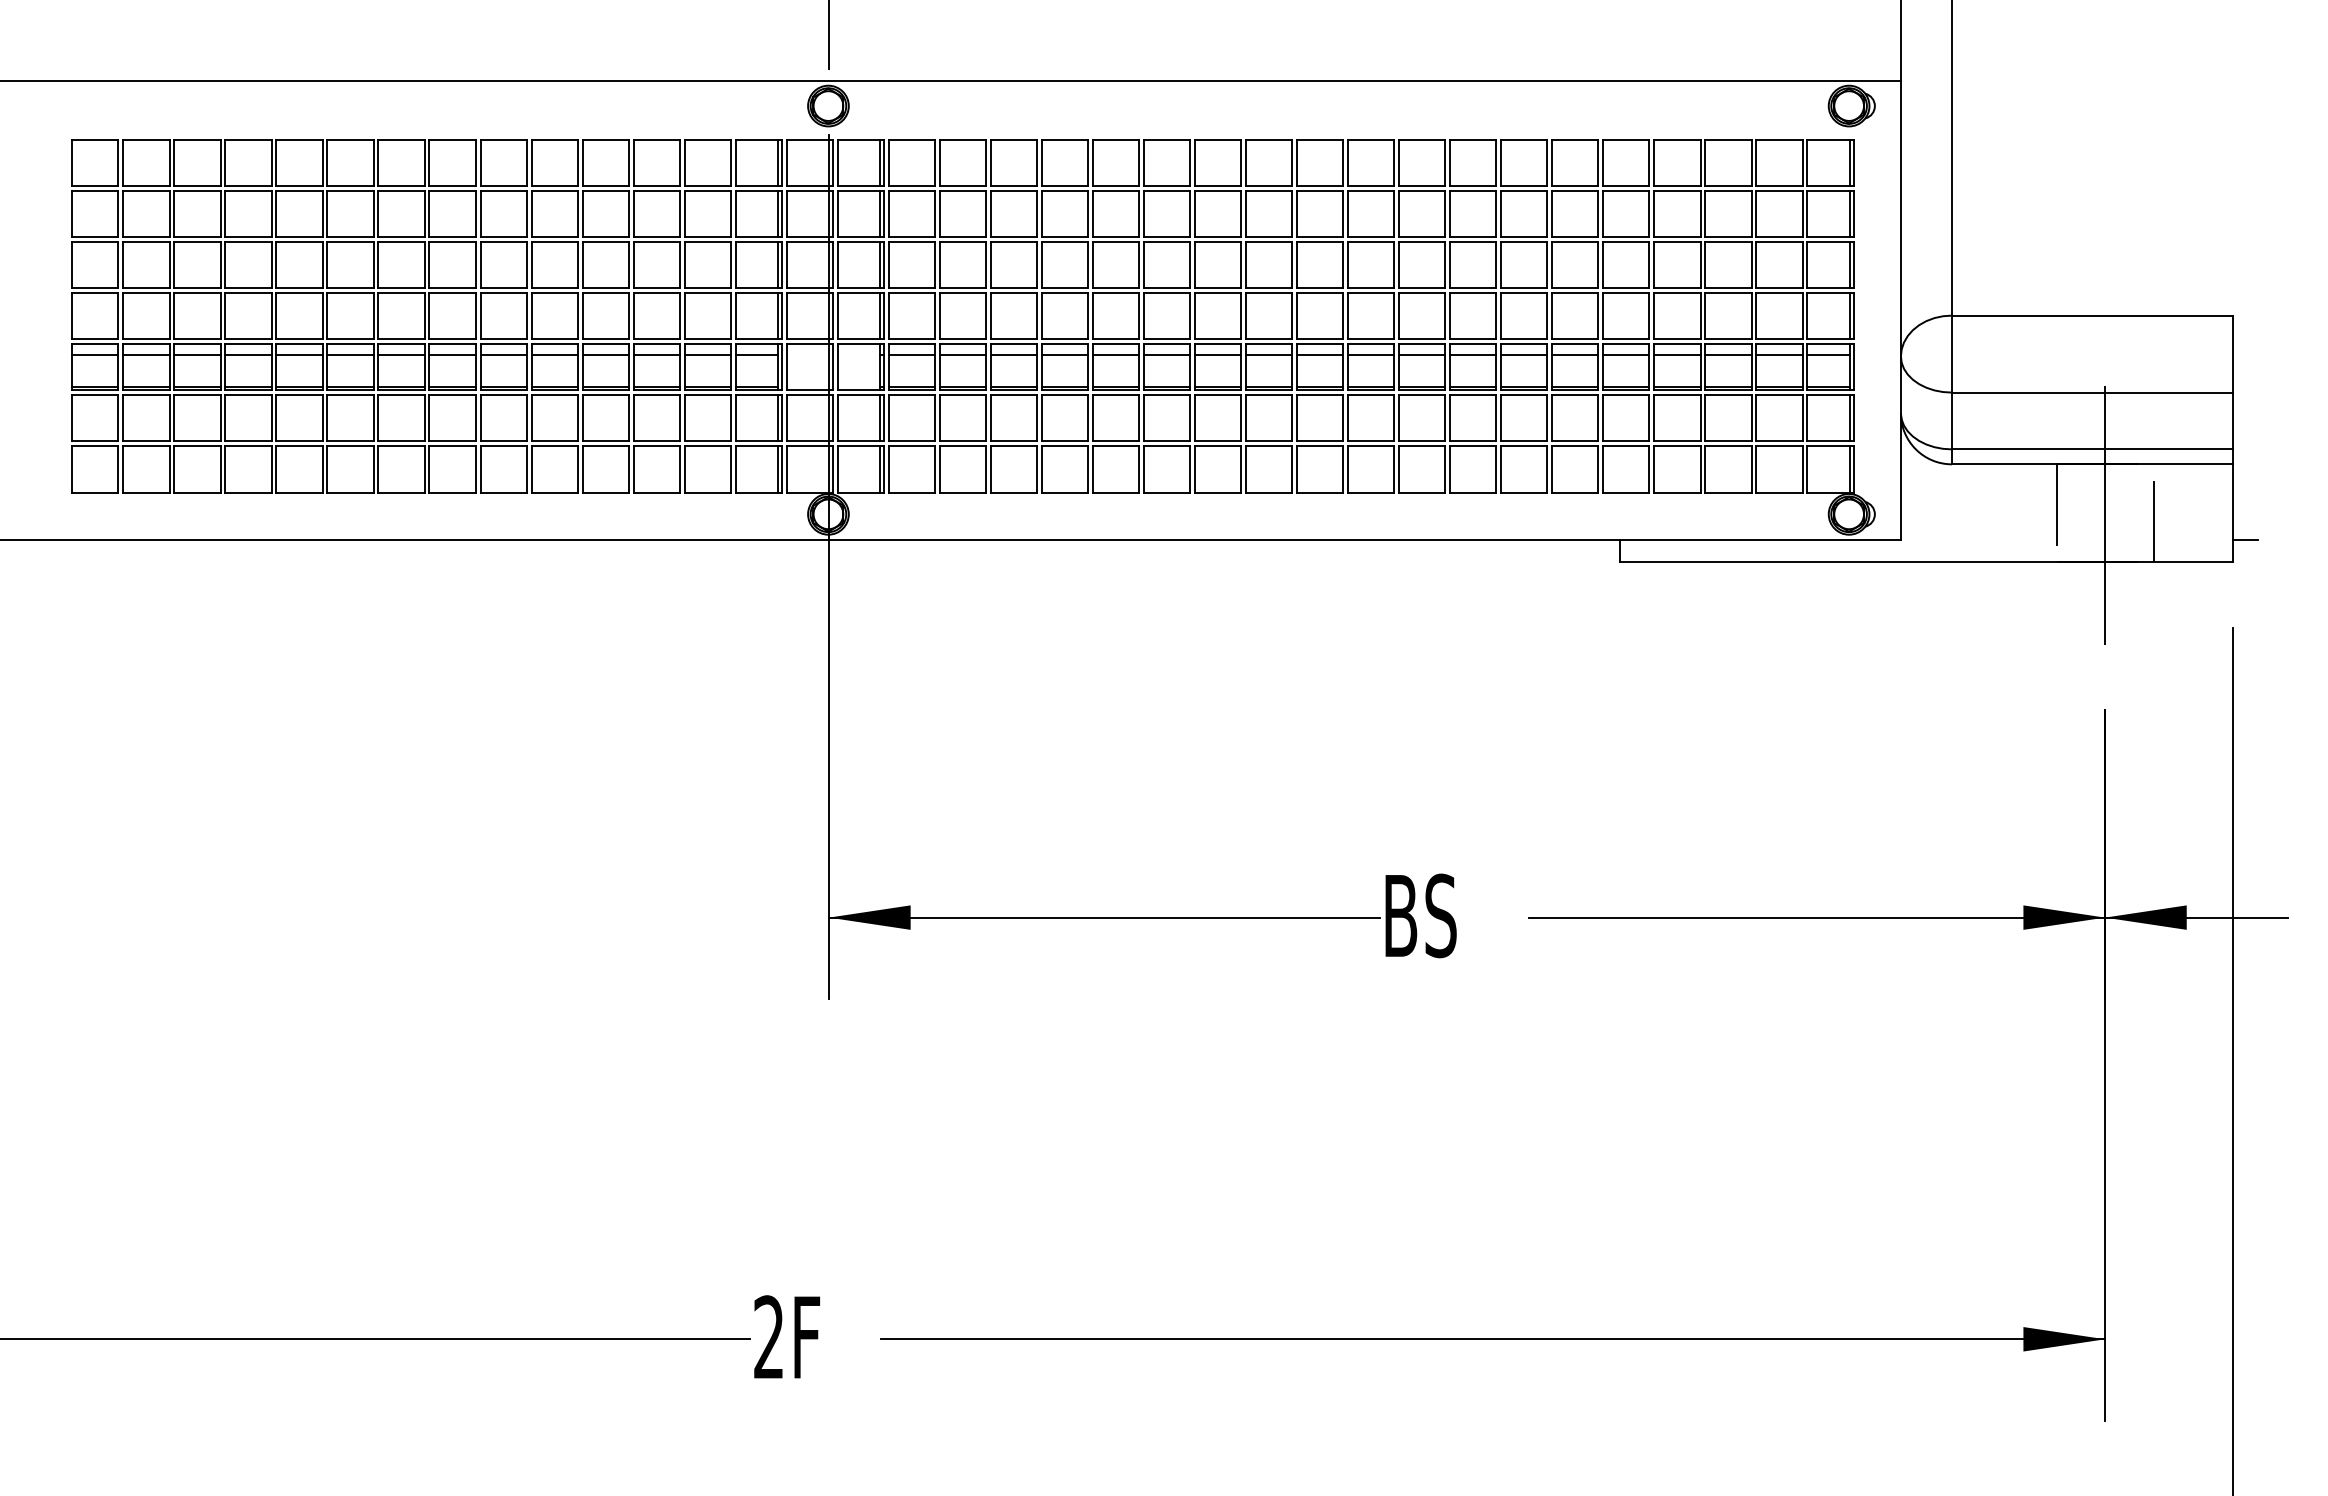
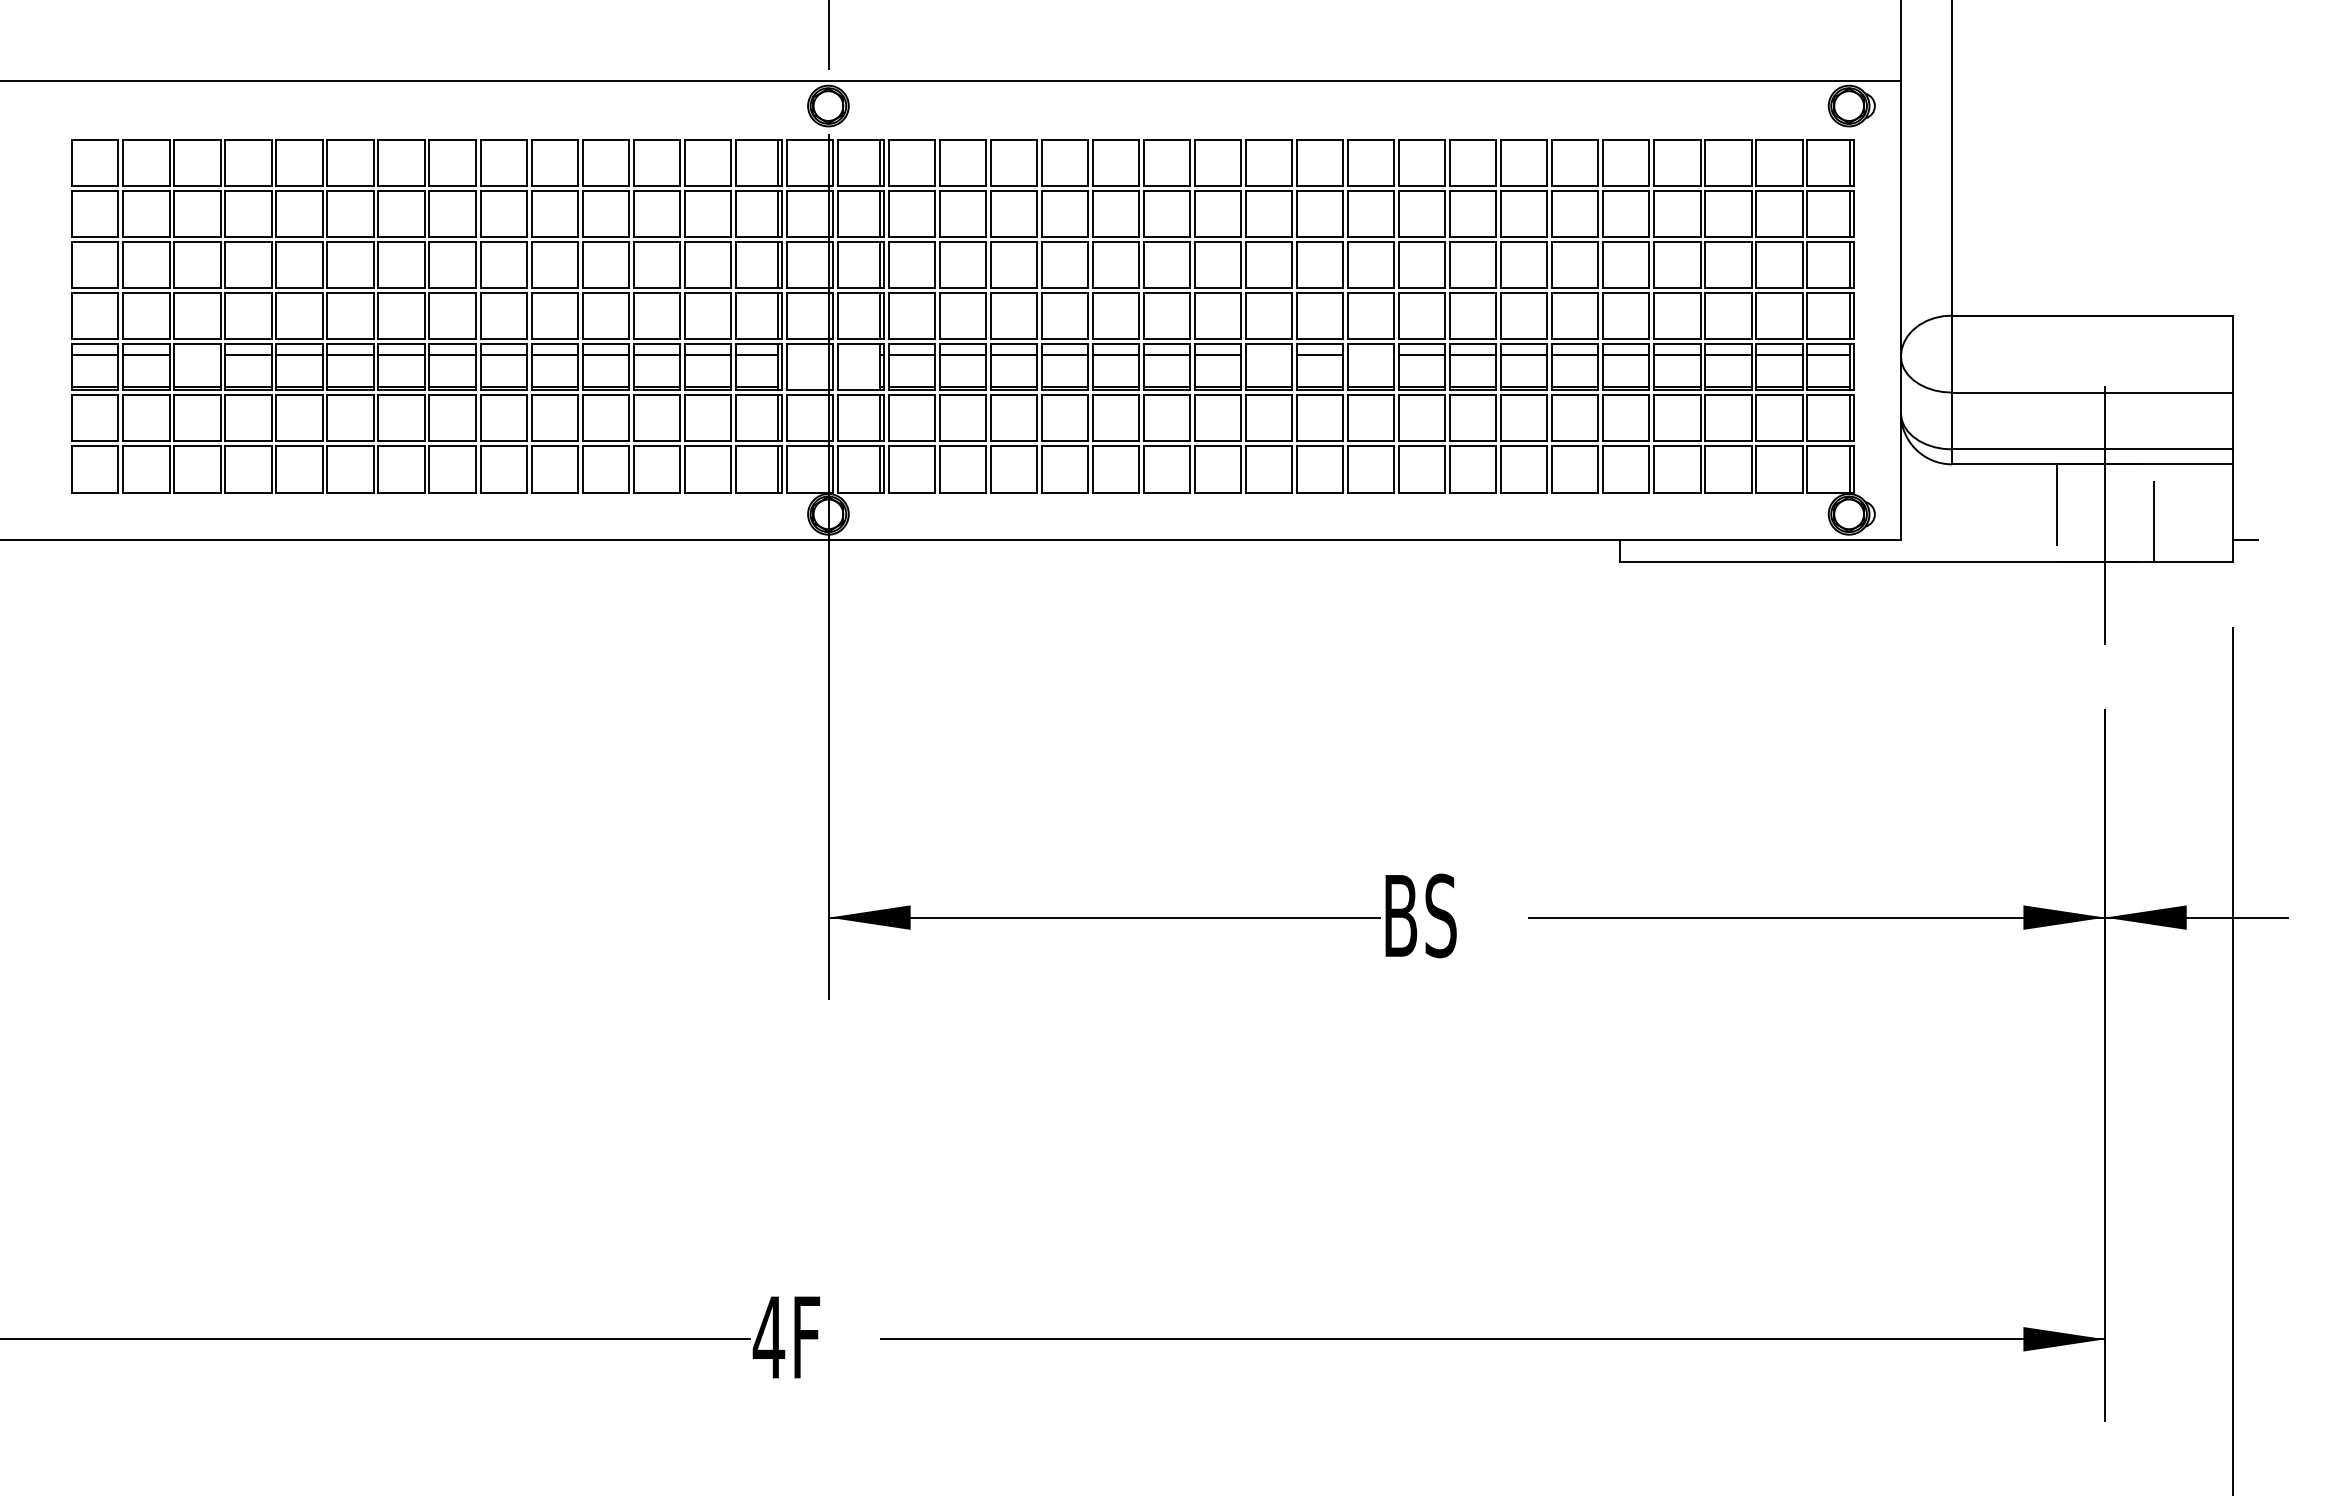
line at (197, 354): present -> none
line at (1268, 354): present -> none
line at (1371, 354): present -> none
text at (768, 1336): 2F -> 4F
